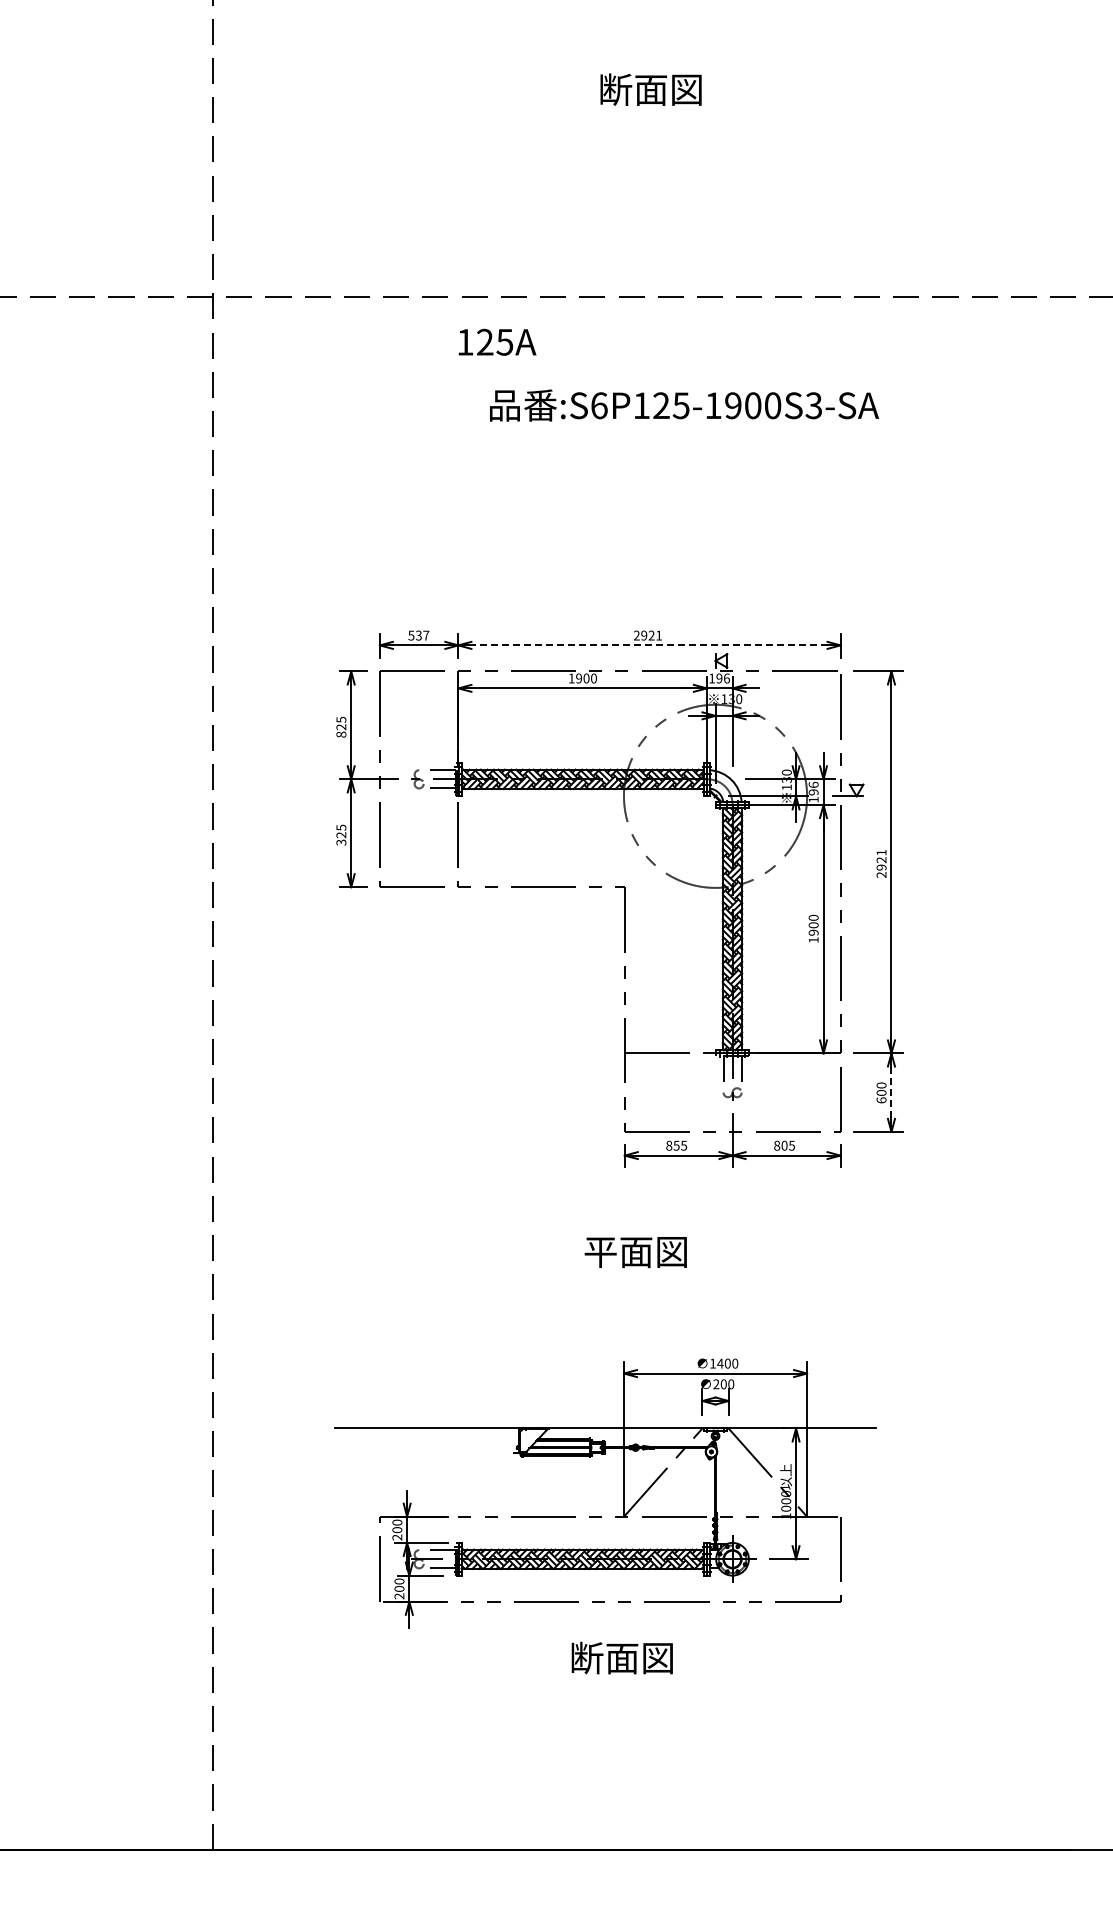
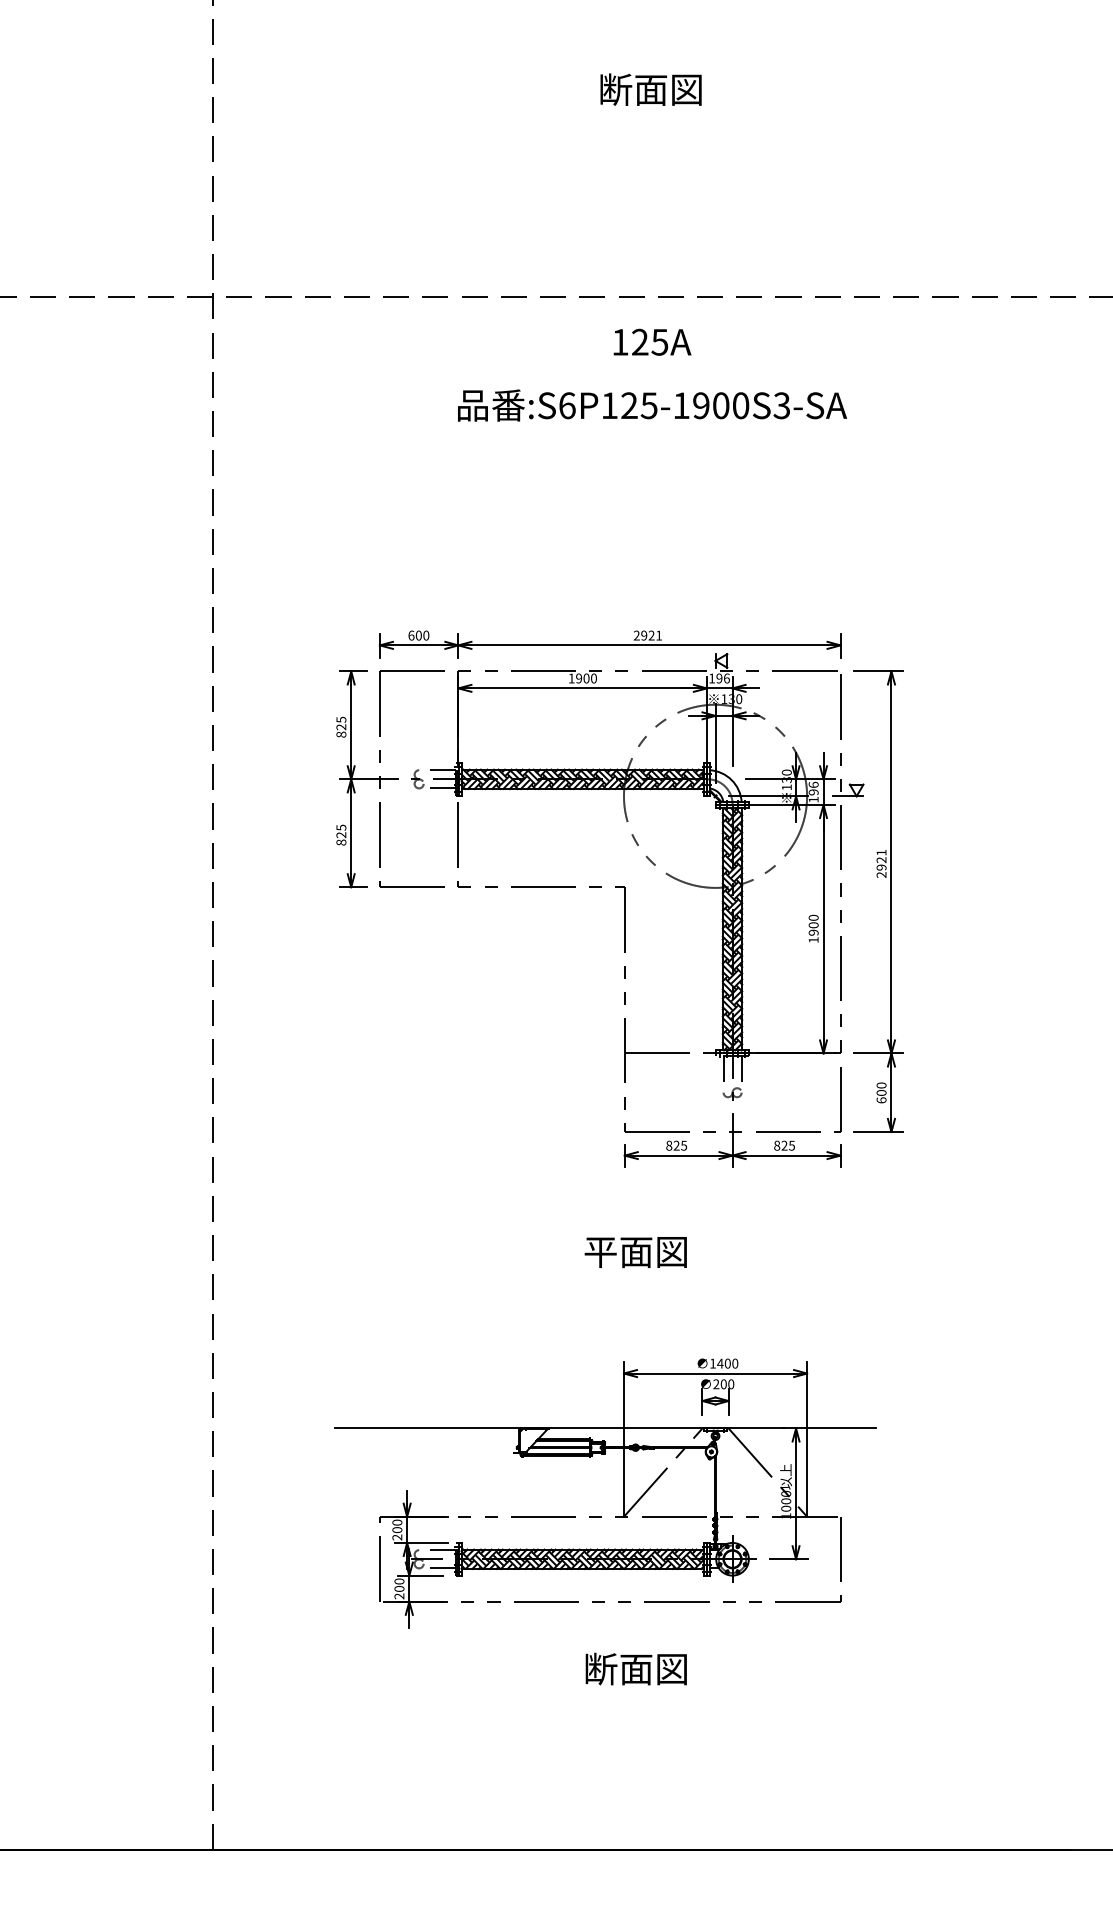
text at (497, 341) position: (497, 341) -> (652, 341)
text at (684, 405) position: (684, 405) -> (652, 405)
text at (418, 635): 537 -> 600
line at (648, 645): dashed -> solid
text at (340, 842): 325 -> 825
line at (891, 1093): dashed -> solid
text at (676, 1145): 855 -> 825
text at (784, 1145): 805 -> 825
text at (621, 1657) position: (621, 1657) -> (635, 1668)
